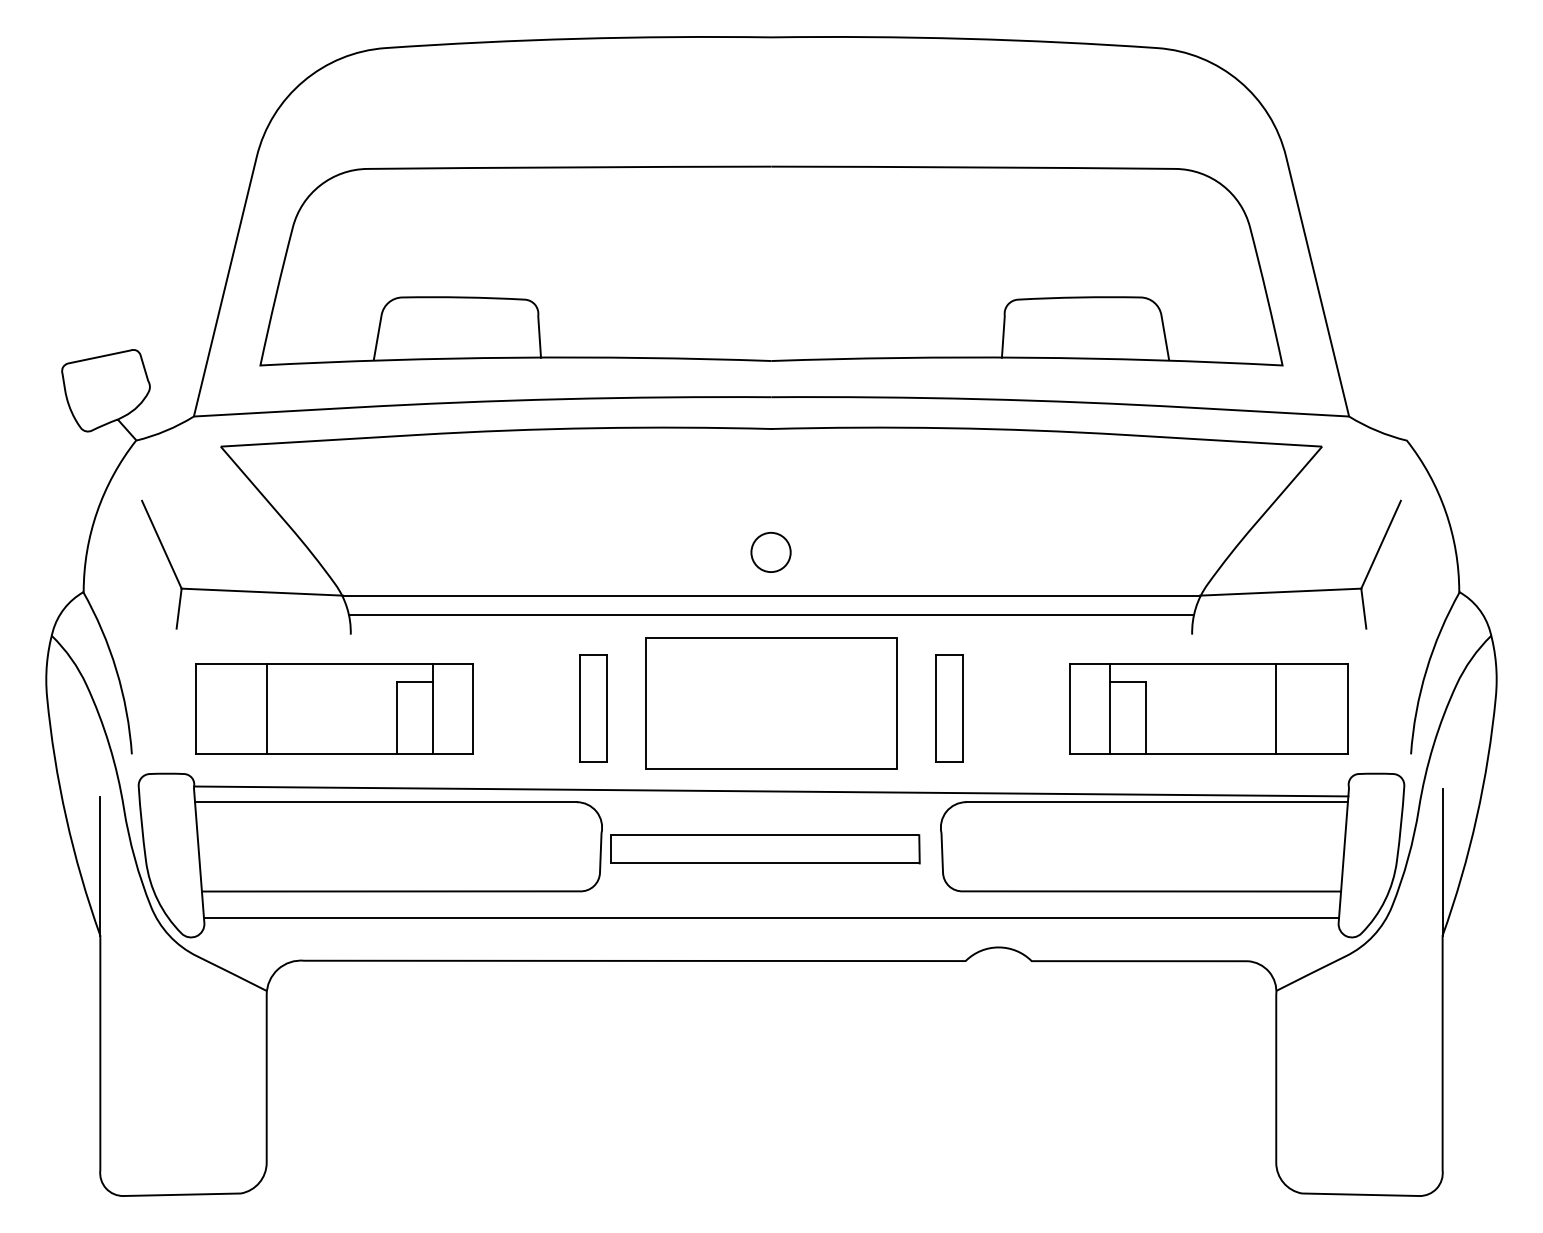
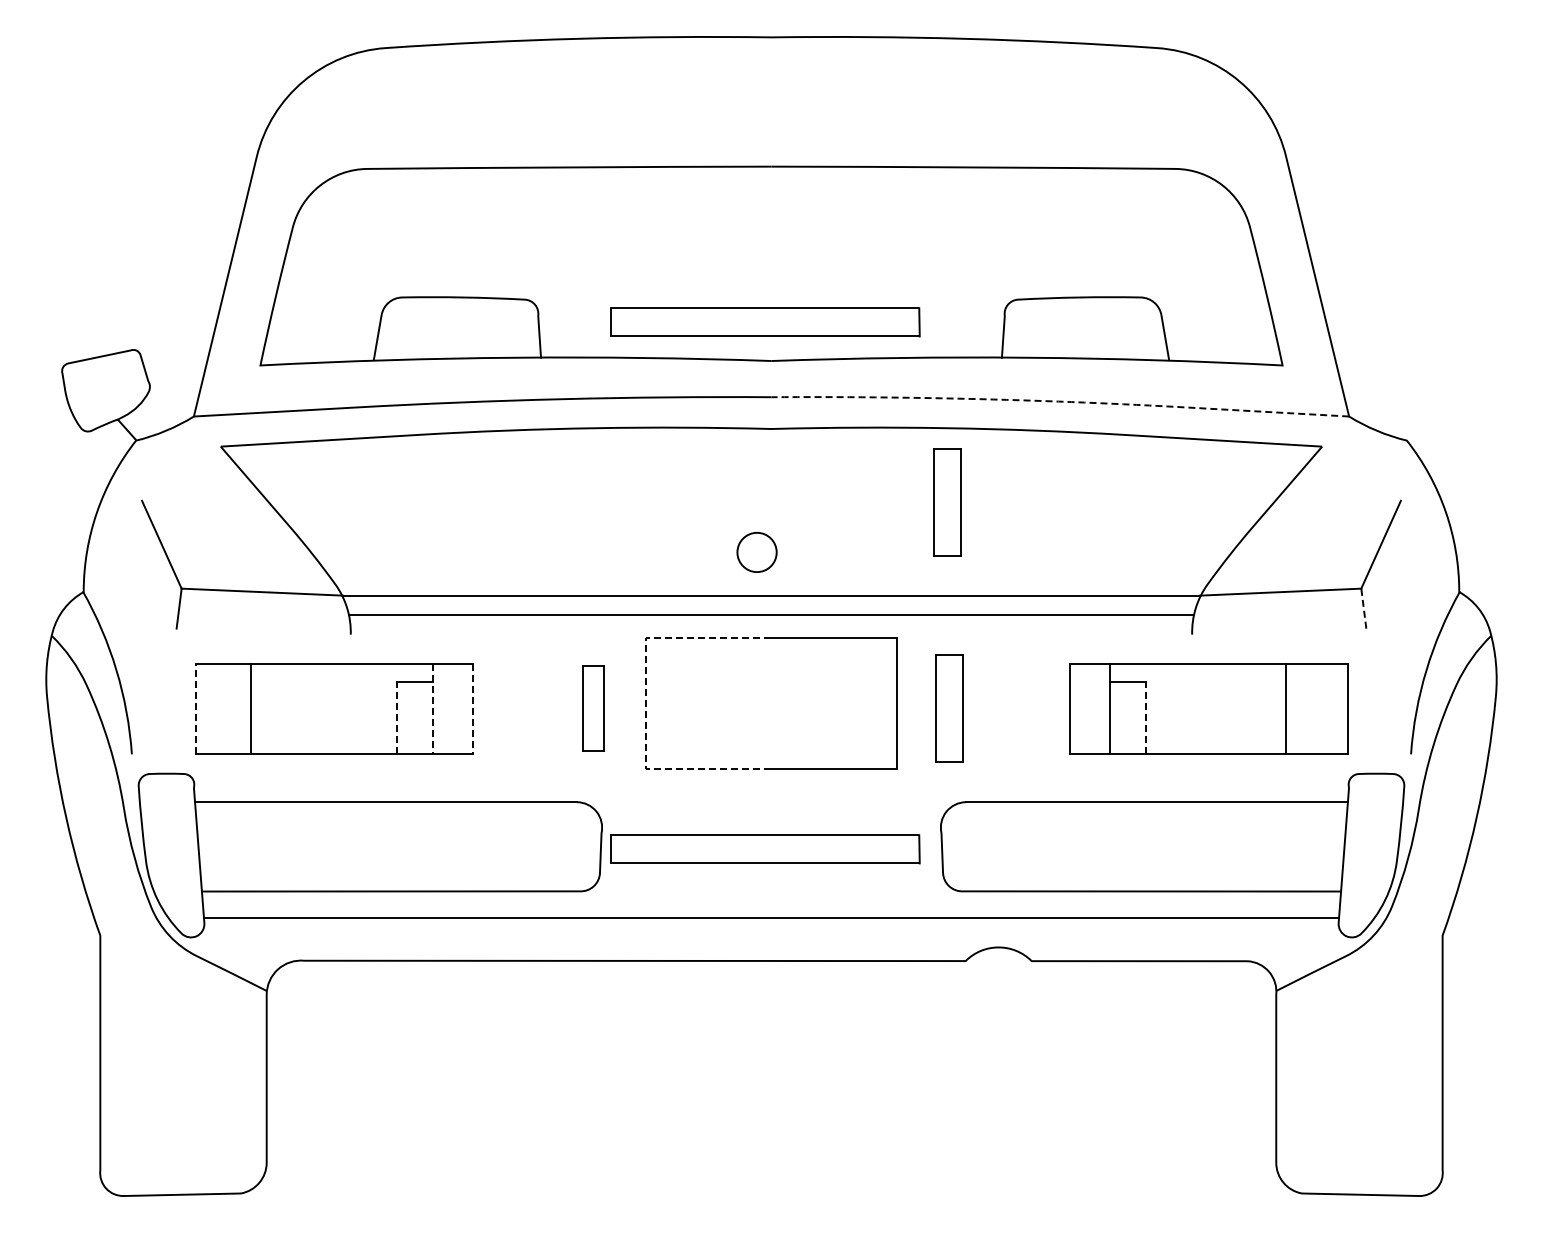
part at (765, 322): none -> present
line at (1059, 401): solid -> dashed
part at (947, 502): none -> present
circle at (770, 551) position: (770, 551) -> (756, 551)
line at (1363, 608): solid -> dashed
line at (645, 704): solid -> dashed
line at (195, 708): solid -> dashed
line at (266, 708) position: (266, 708) -> (250, 708)
part at (593, 708) size: 29x109 px -> 23x87 px
line at (1276, 708) position: (1276, 708) -> (1286, 708)
line at (433, 709): solid -> dashed
line at (472, 709): solid -> dashed
line at (396, 717): solid -> dashed
line at (1146, 717): solid -> dashed
line at (771, 791): present -> none
line at (1442, 861): present -> none
line at (100, 865): present -> none
